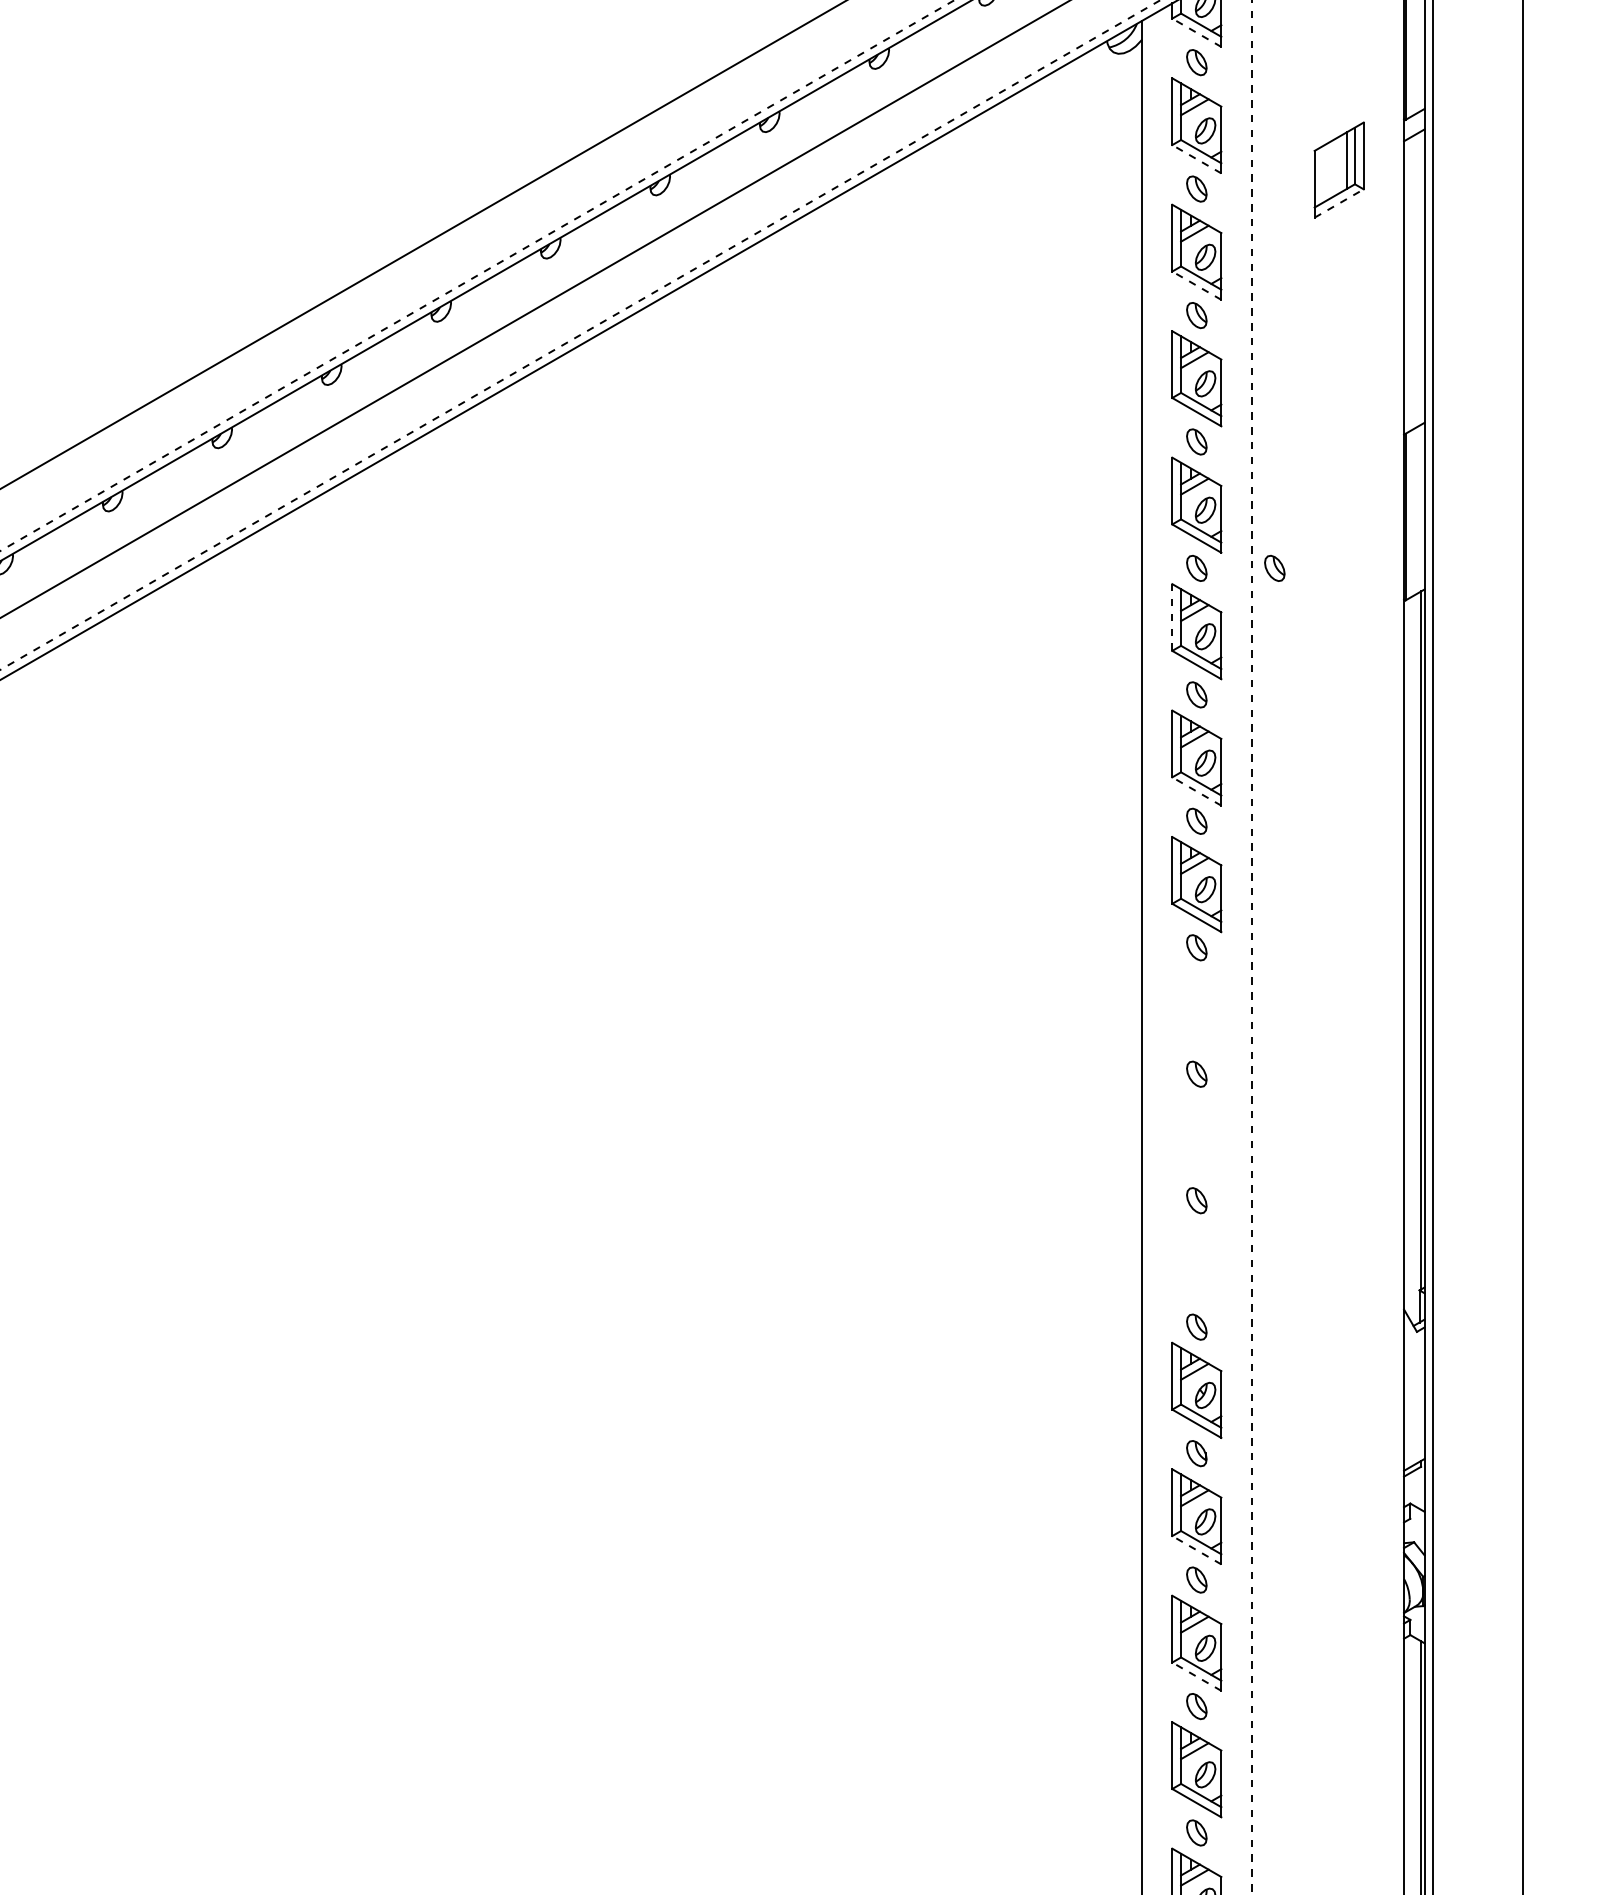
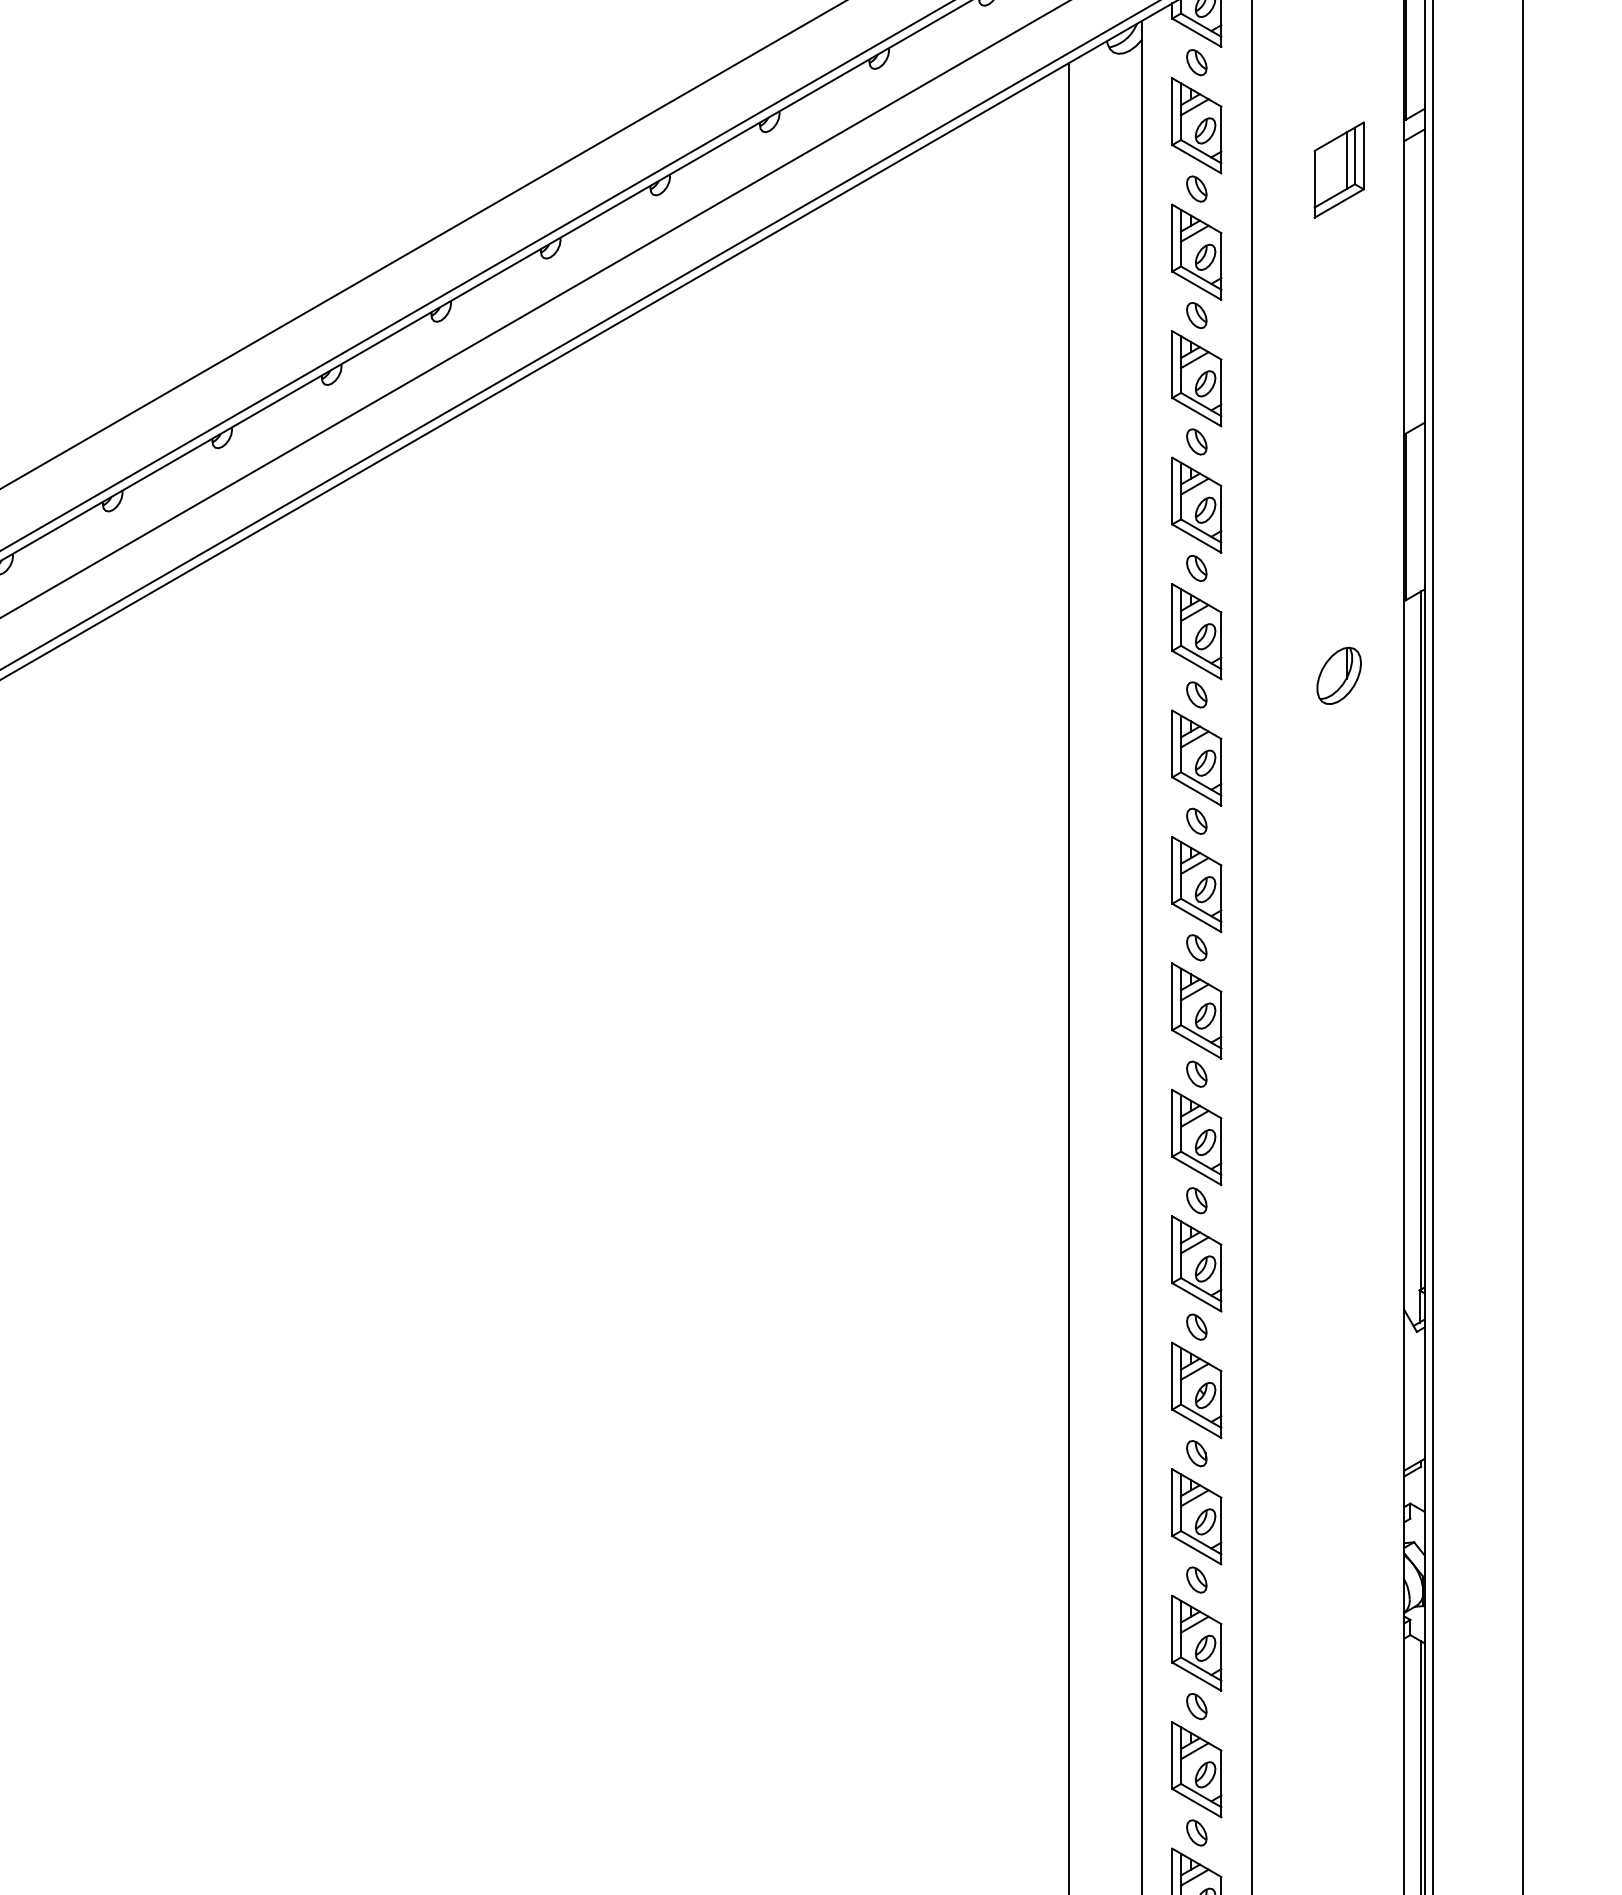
line at (1196, 32): dashed -> solid
line at (1196, 159): dashed -> solid
line at (1339, 203): dashed -> solid
line at (477, 275): dashed -> solid
line at (1196, 285): dashed -> solid
line at (580, 334): dashed -> solid
part at (1274, 568): present -> none
line at (1172, 617): dashed -> solid
part at (1338, 675): none -> present
line at (1196, 791): dashed -> solid
line at (1251, 947): dashed -> solid
line at (1068, 977): none -> present
part at (1196, 1010): none -> present
part at (1196, 1137): none -> present
part at (1196, 1263): none -> present
line at (1196, 1549): dashed -> solid
line at (1196, 1676): dashed -> solid
